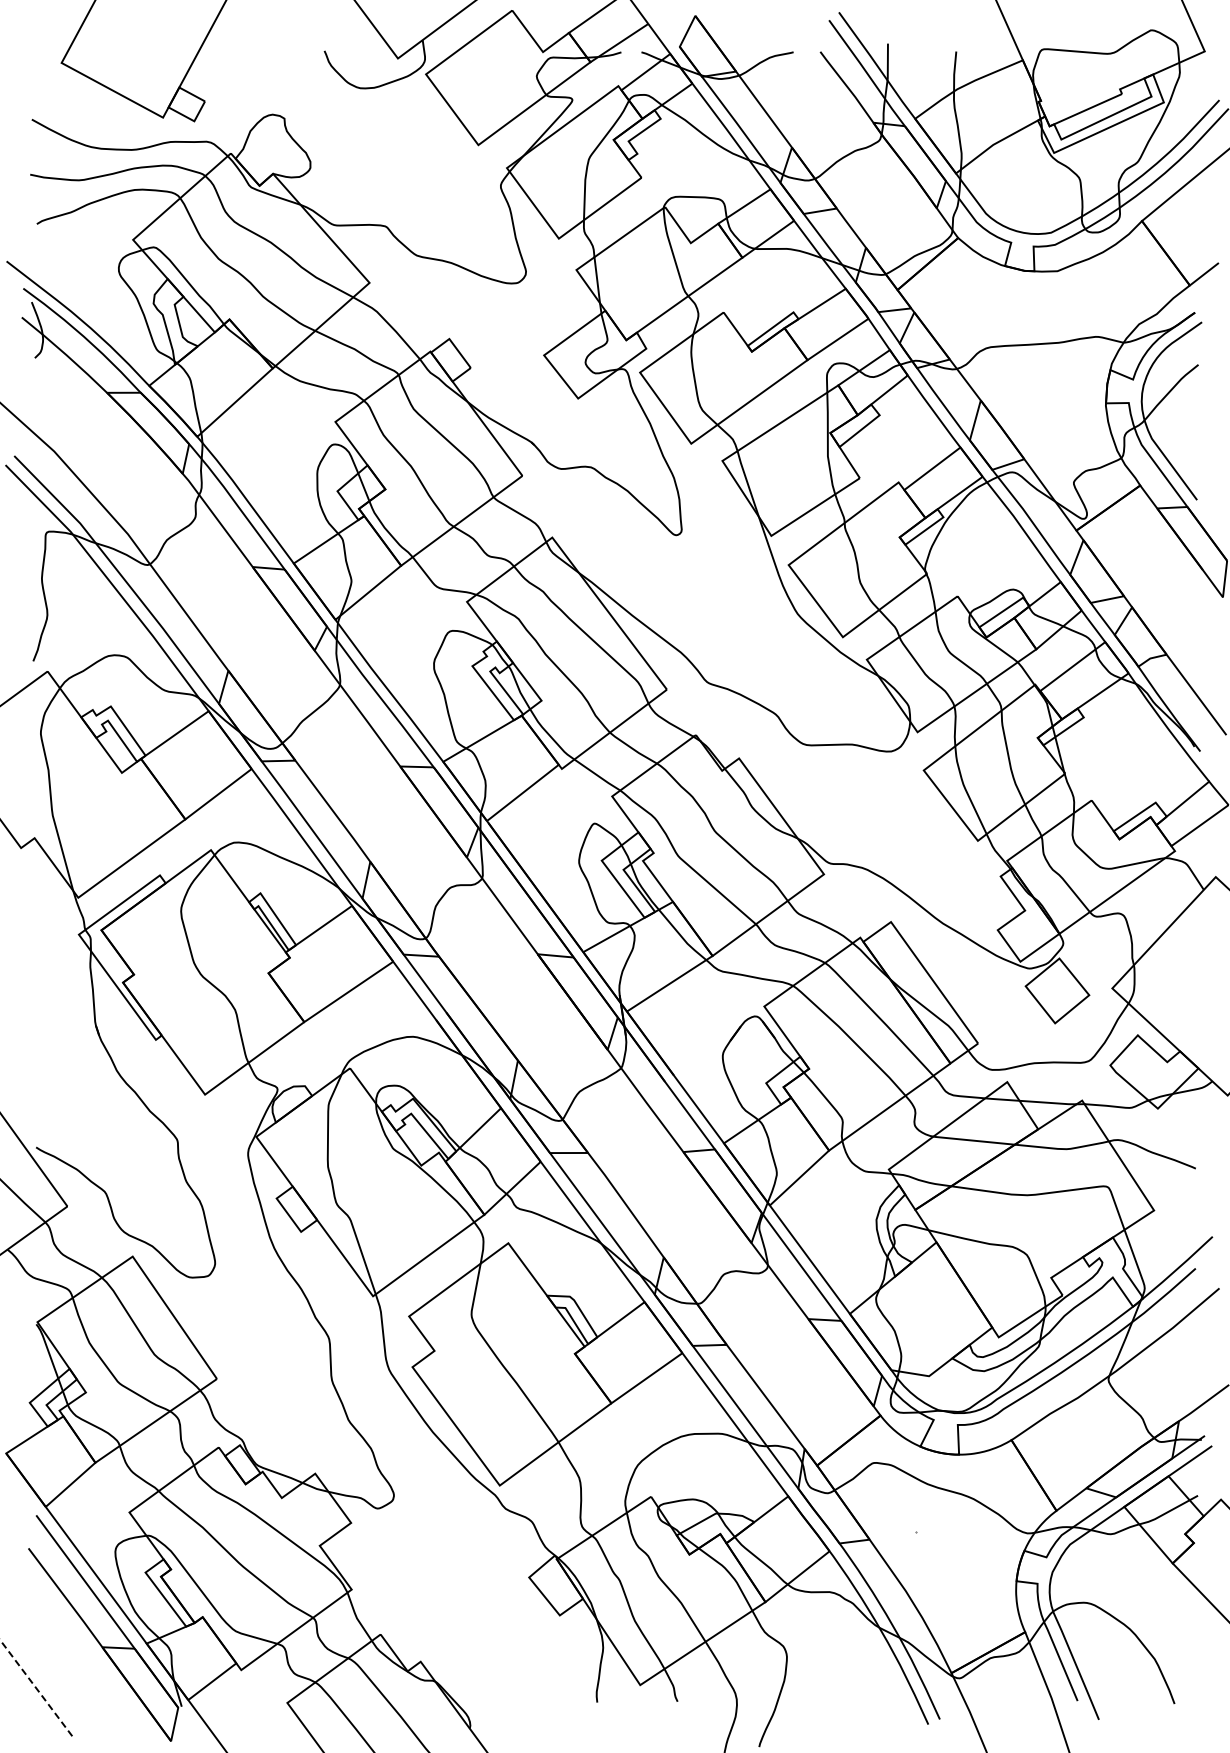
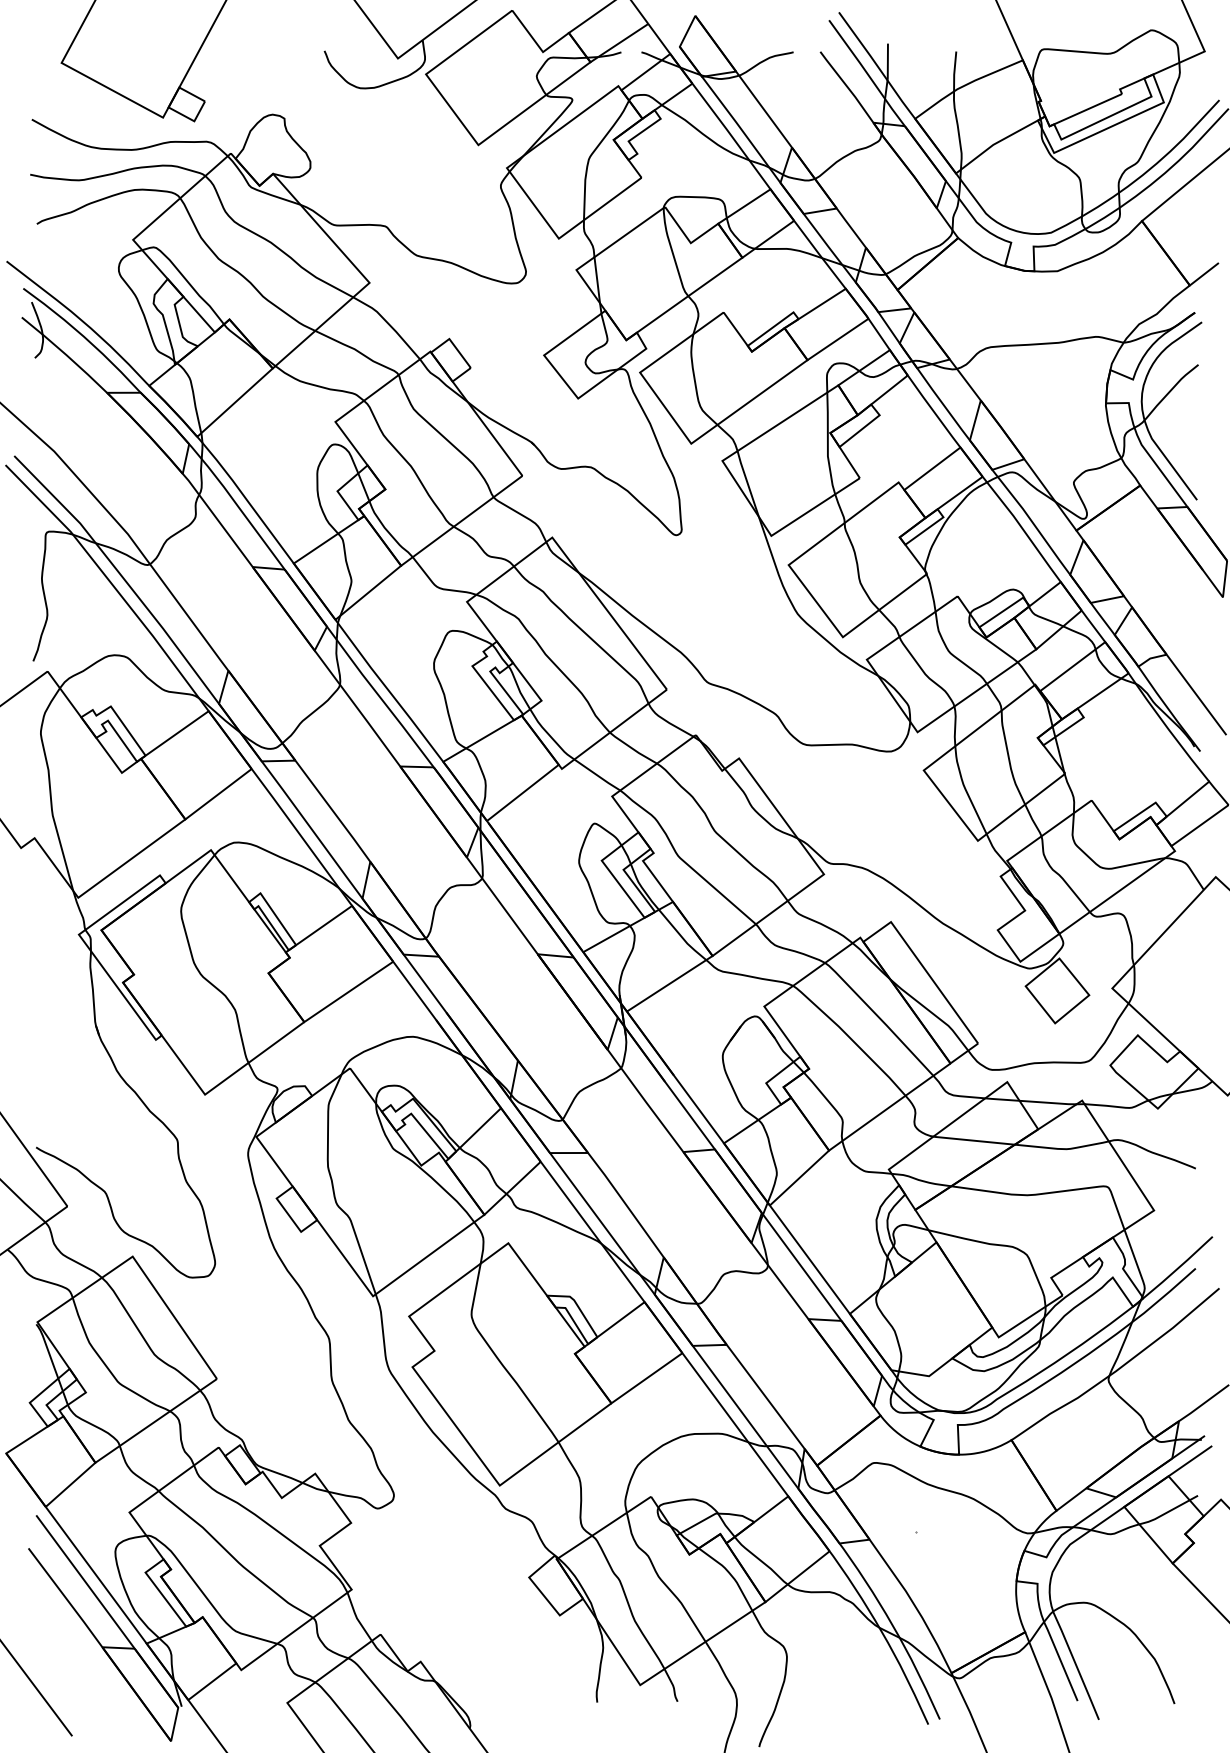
line at (35, 1687): dashed -> solid
